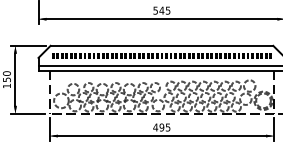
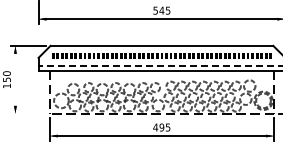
line at (160, 65): solid -> dashed
line at (15, 79): present -> none
line at (27, 113): present -> none
